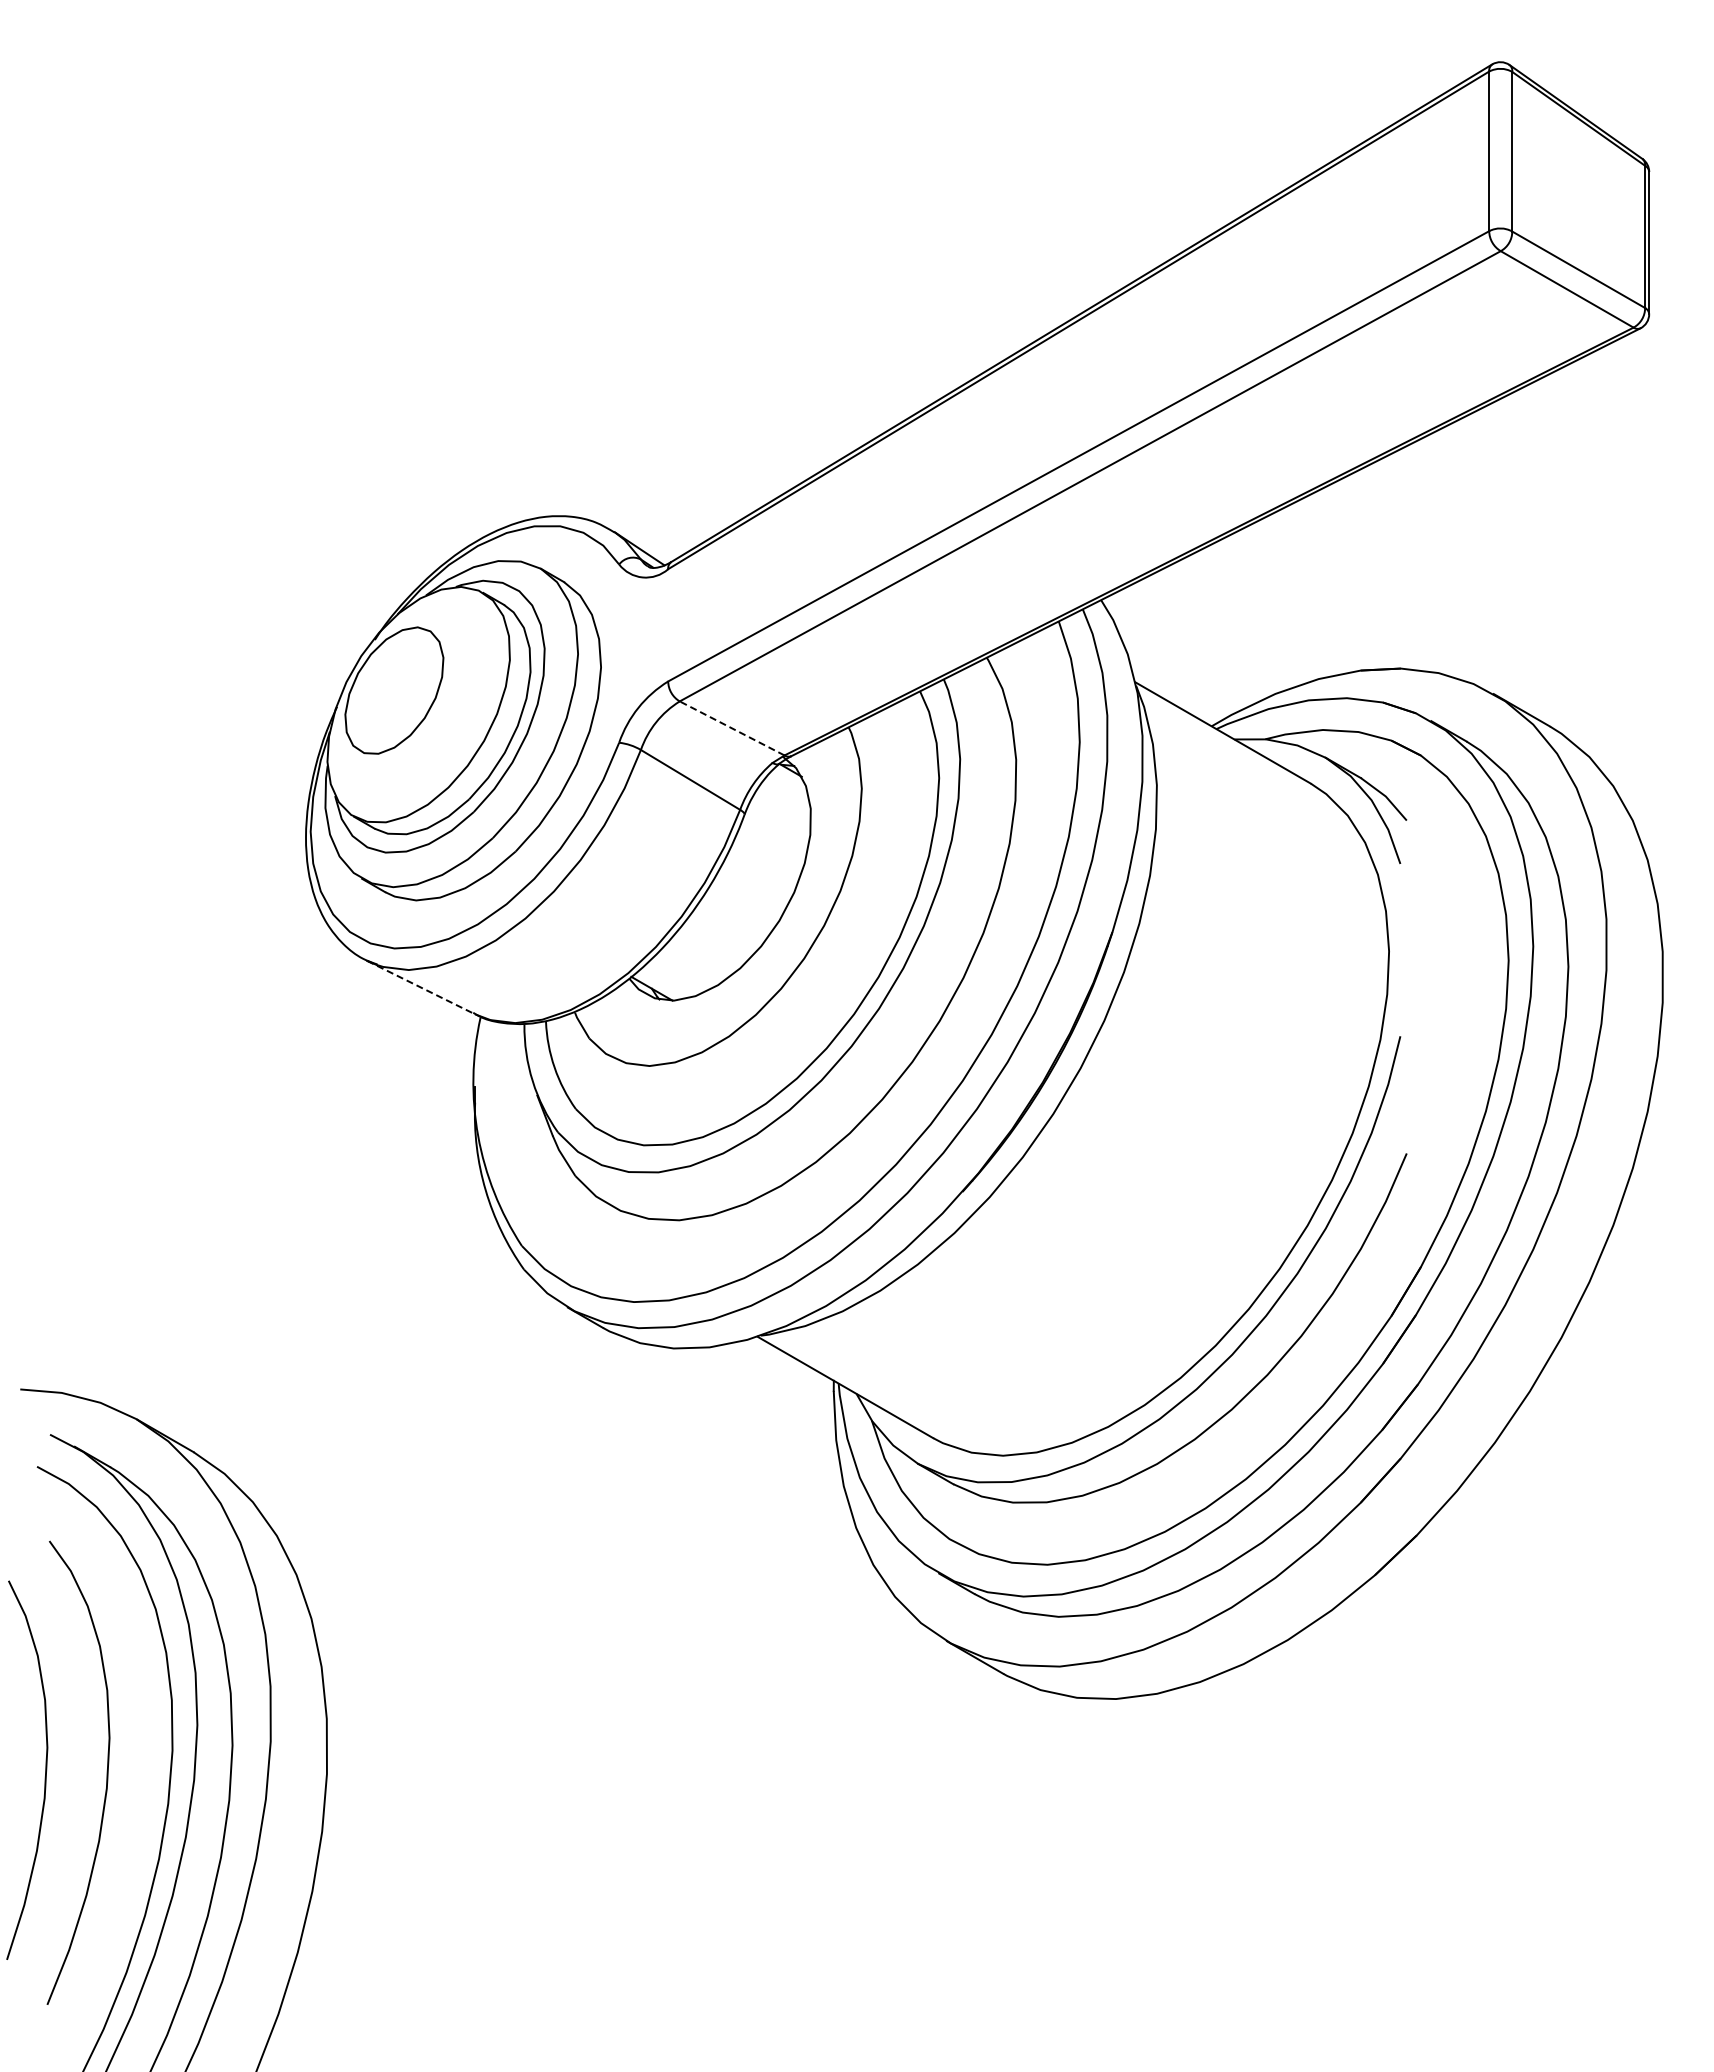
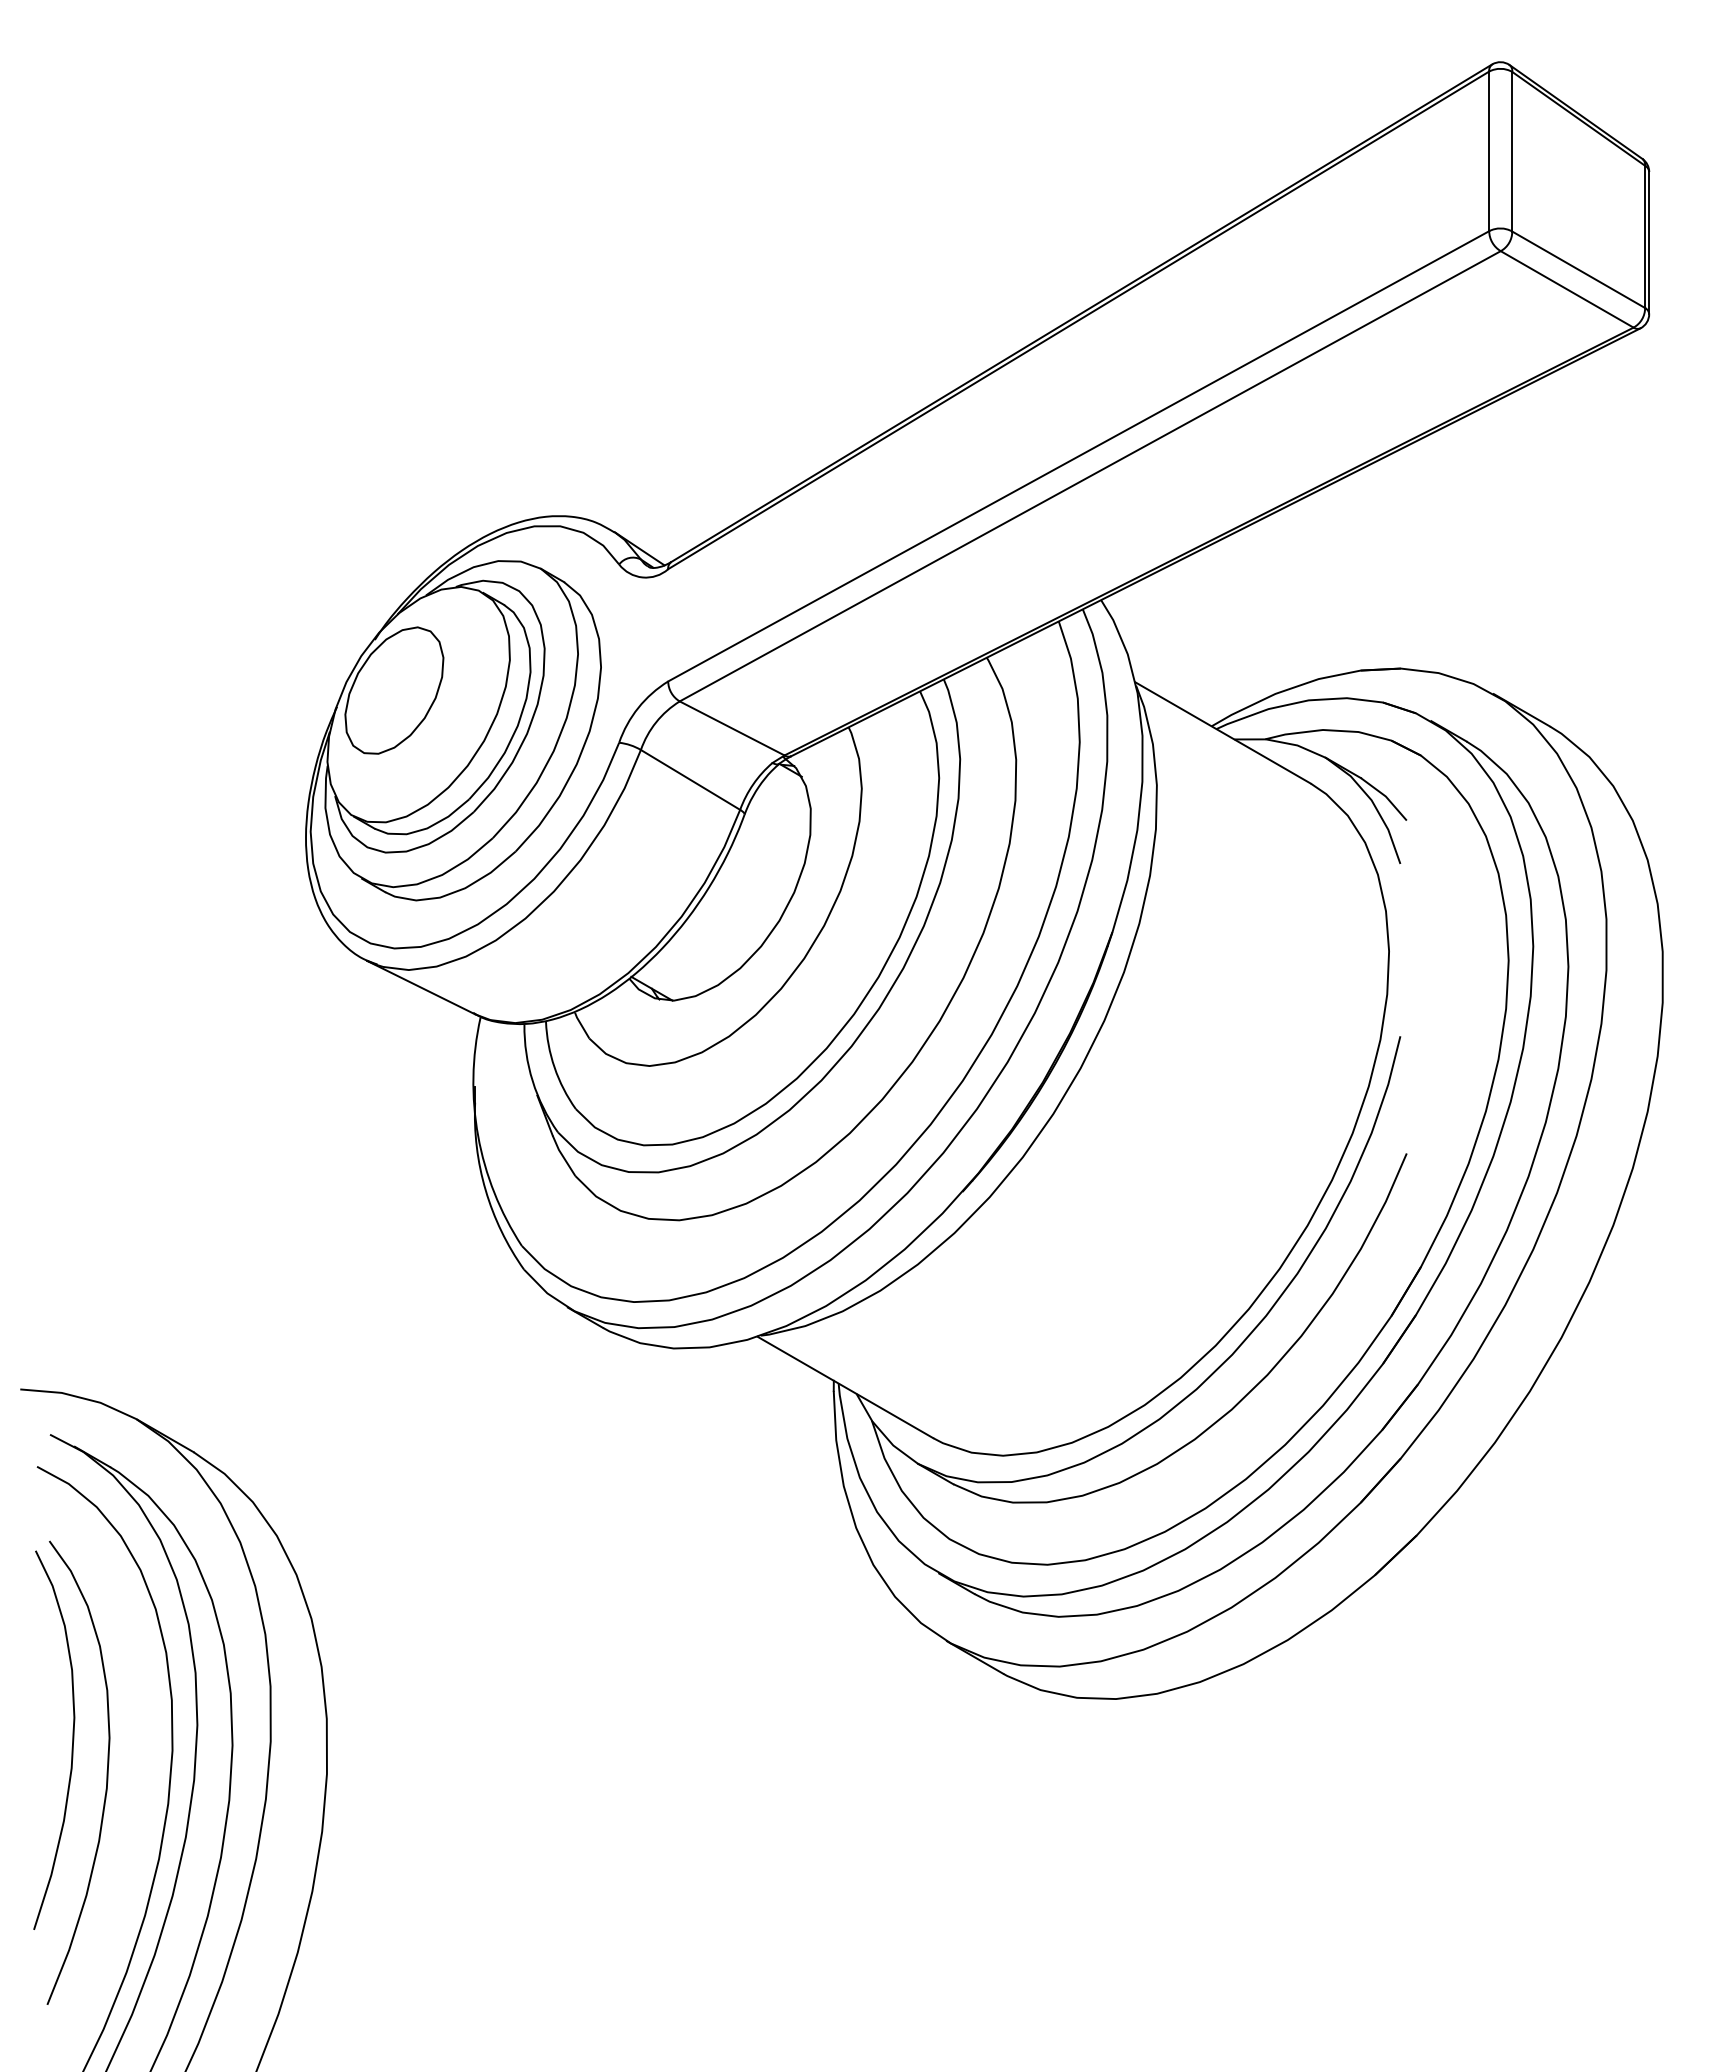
line at (732, 728): dashed -> solid
line at (421, 987): dashed -> solid
curve at (45, 1769) position: (45, 1769) -> (72, 1739)
